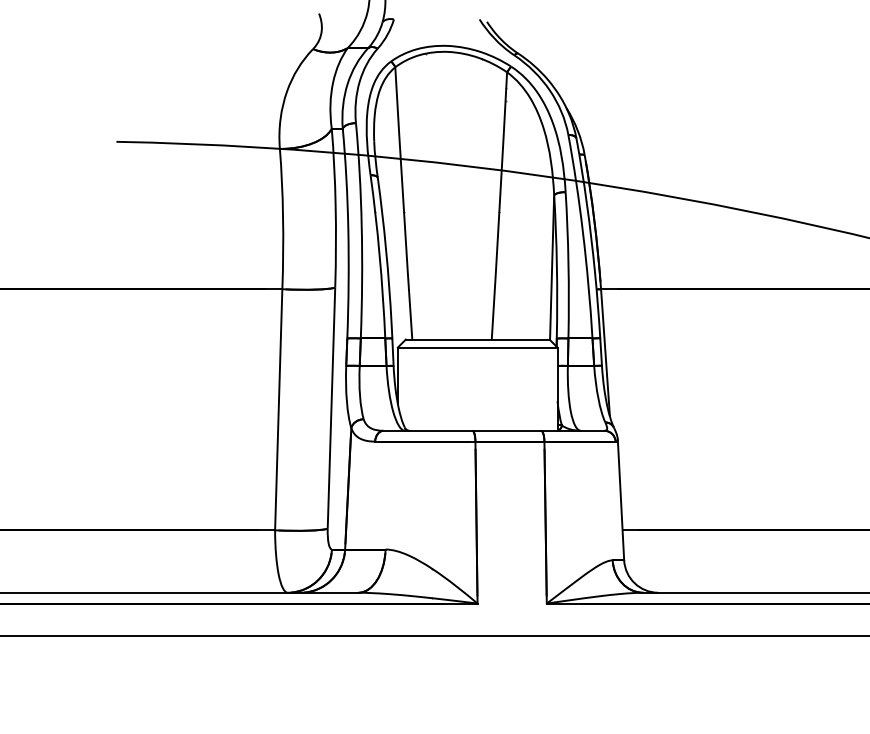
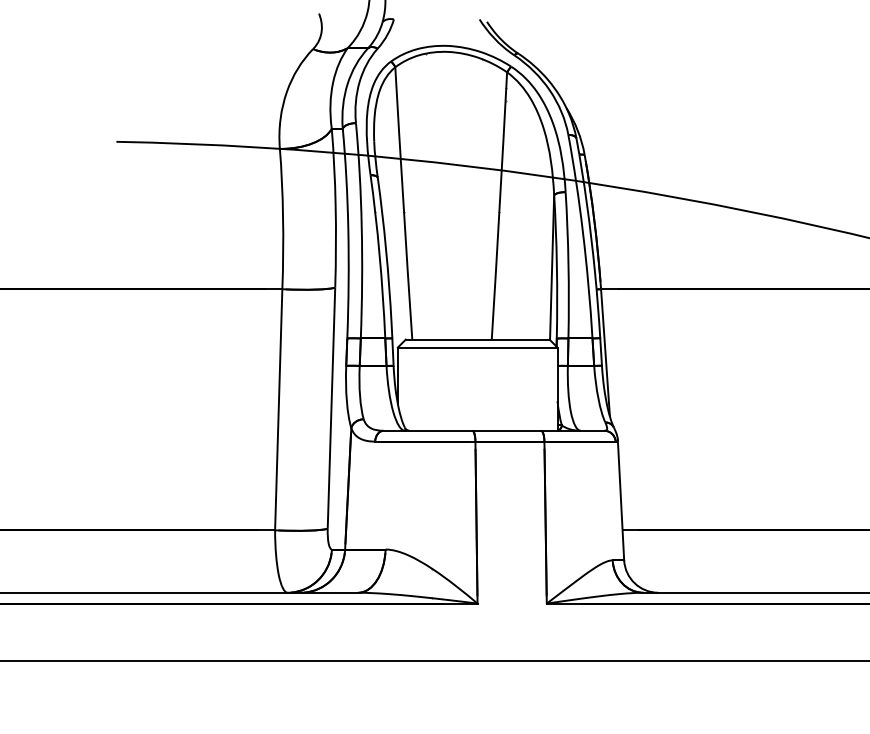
line at (434, 636) position: (434, 636) -> (434, 661)
